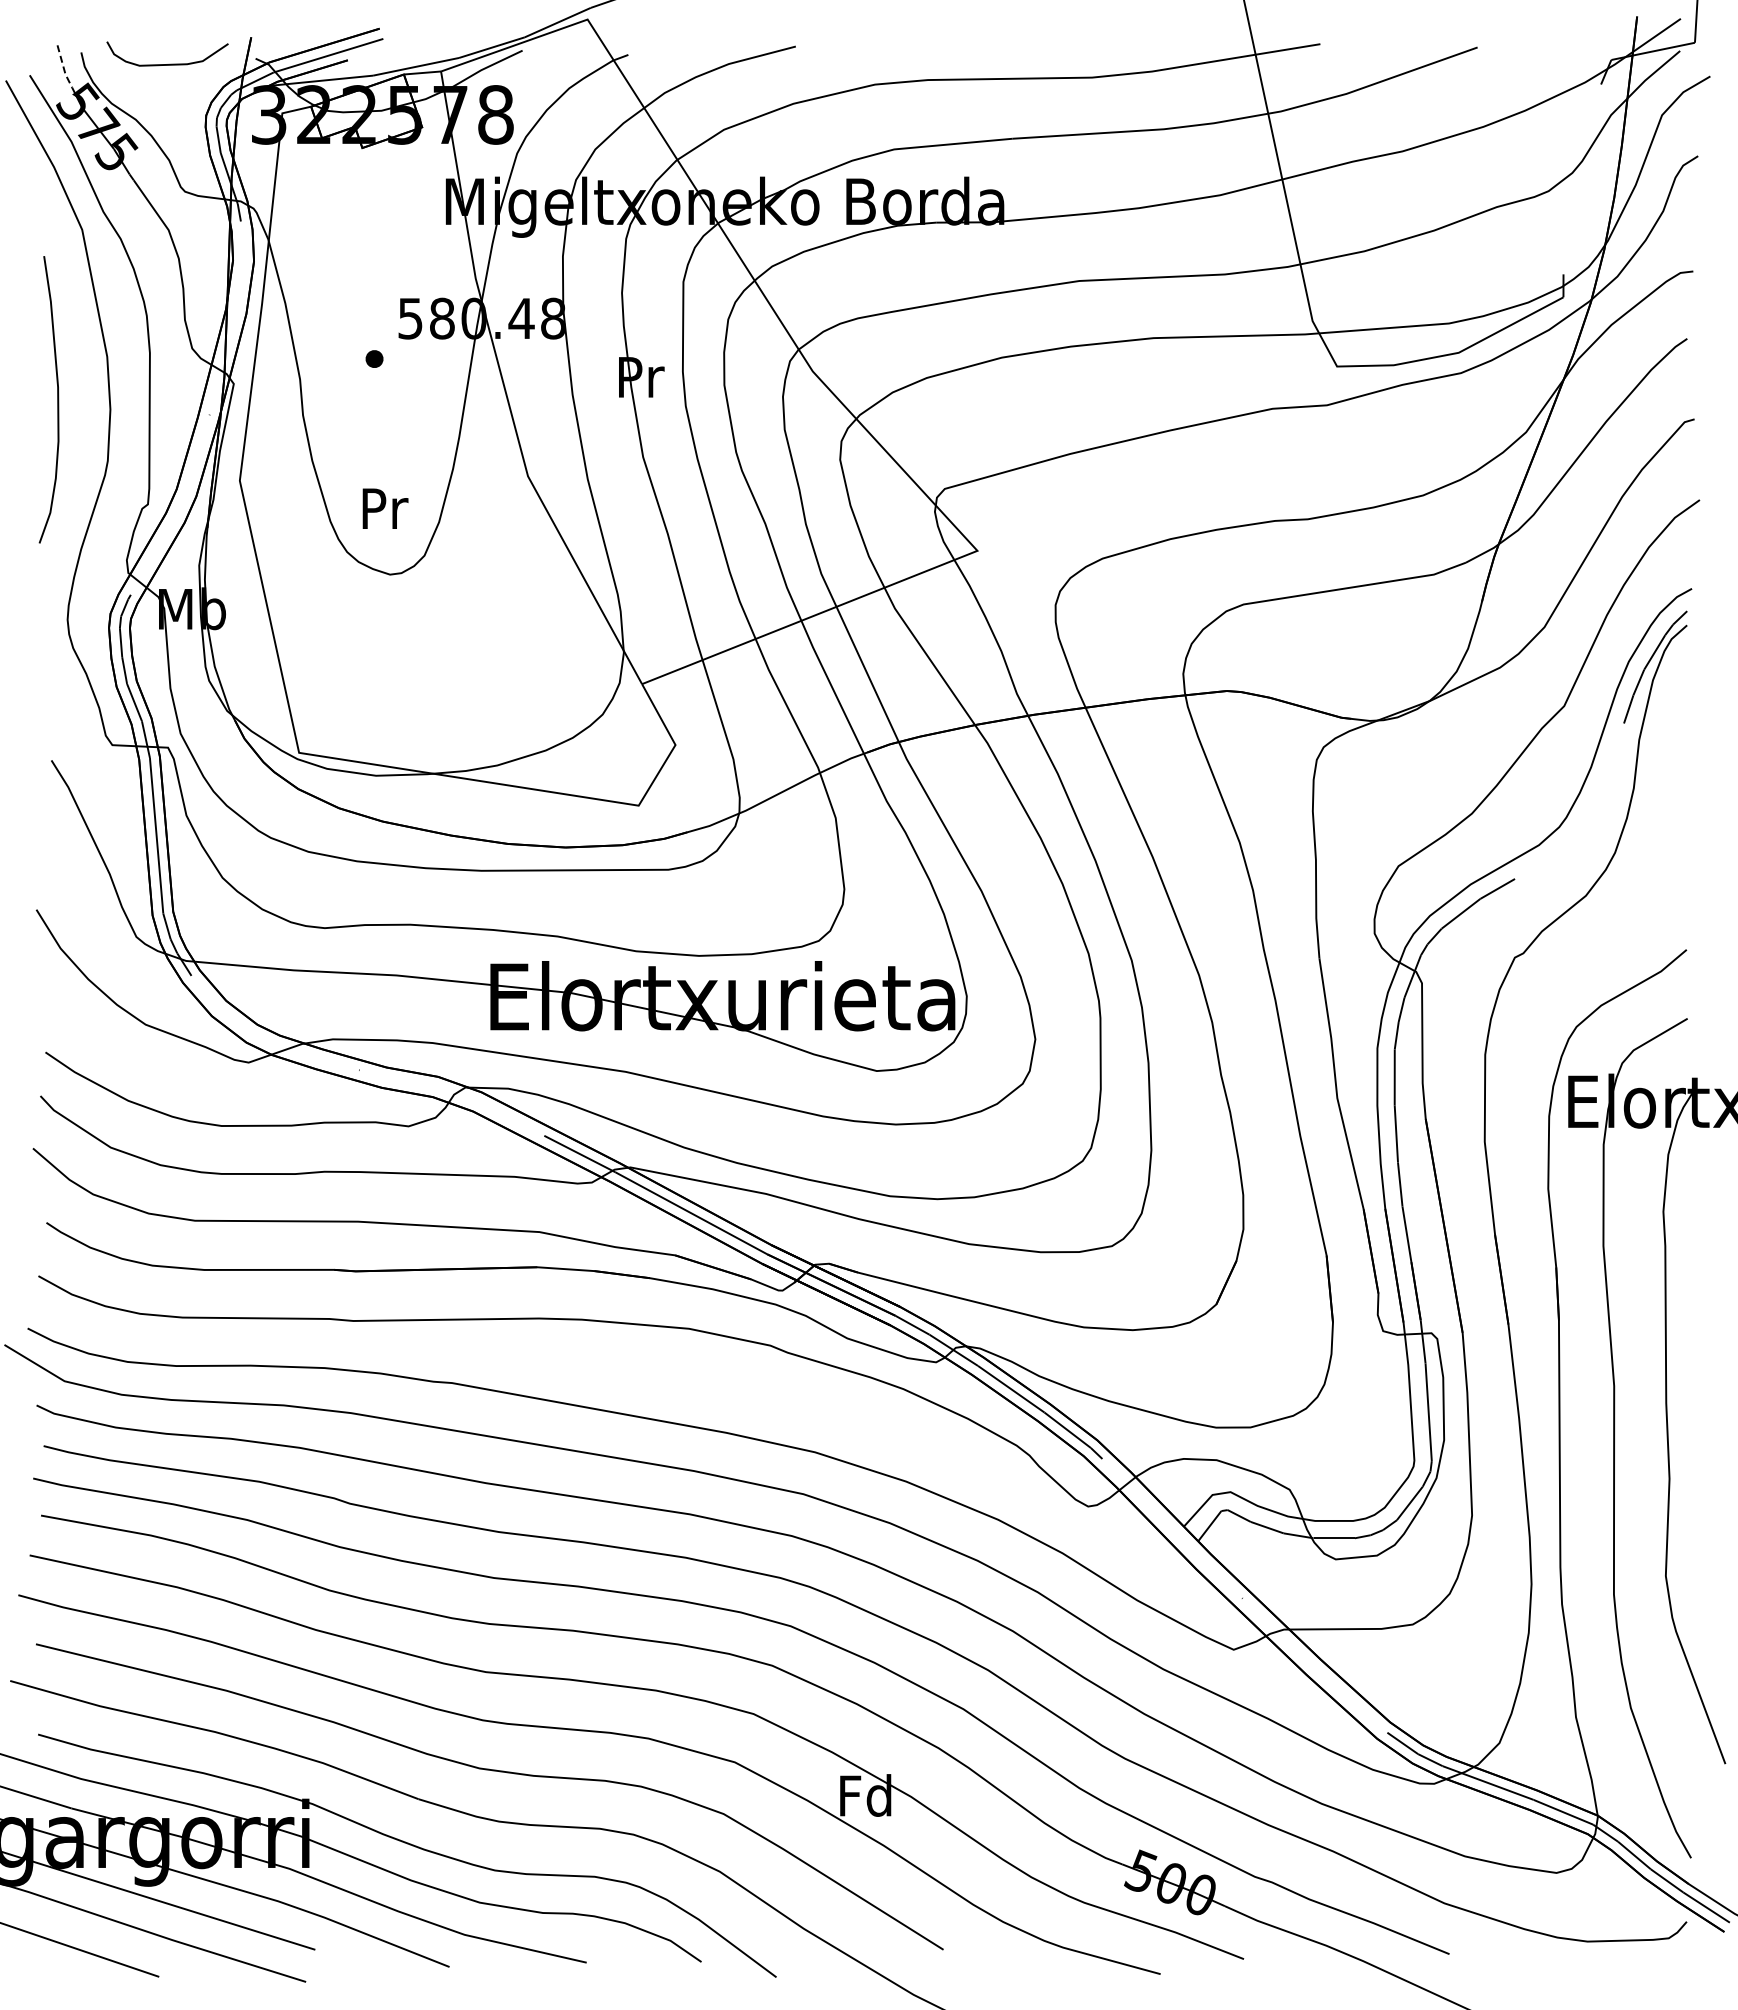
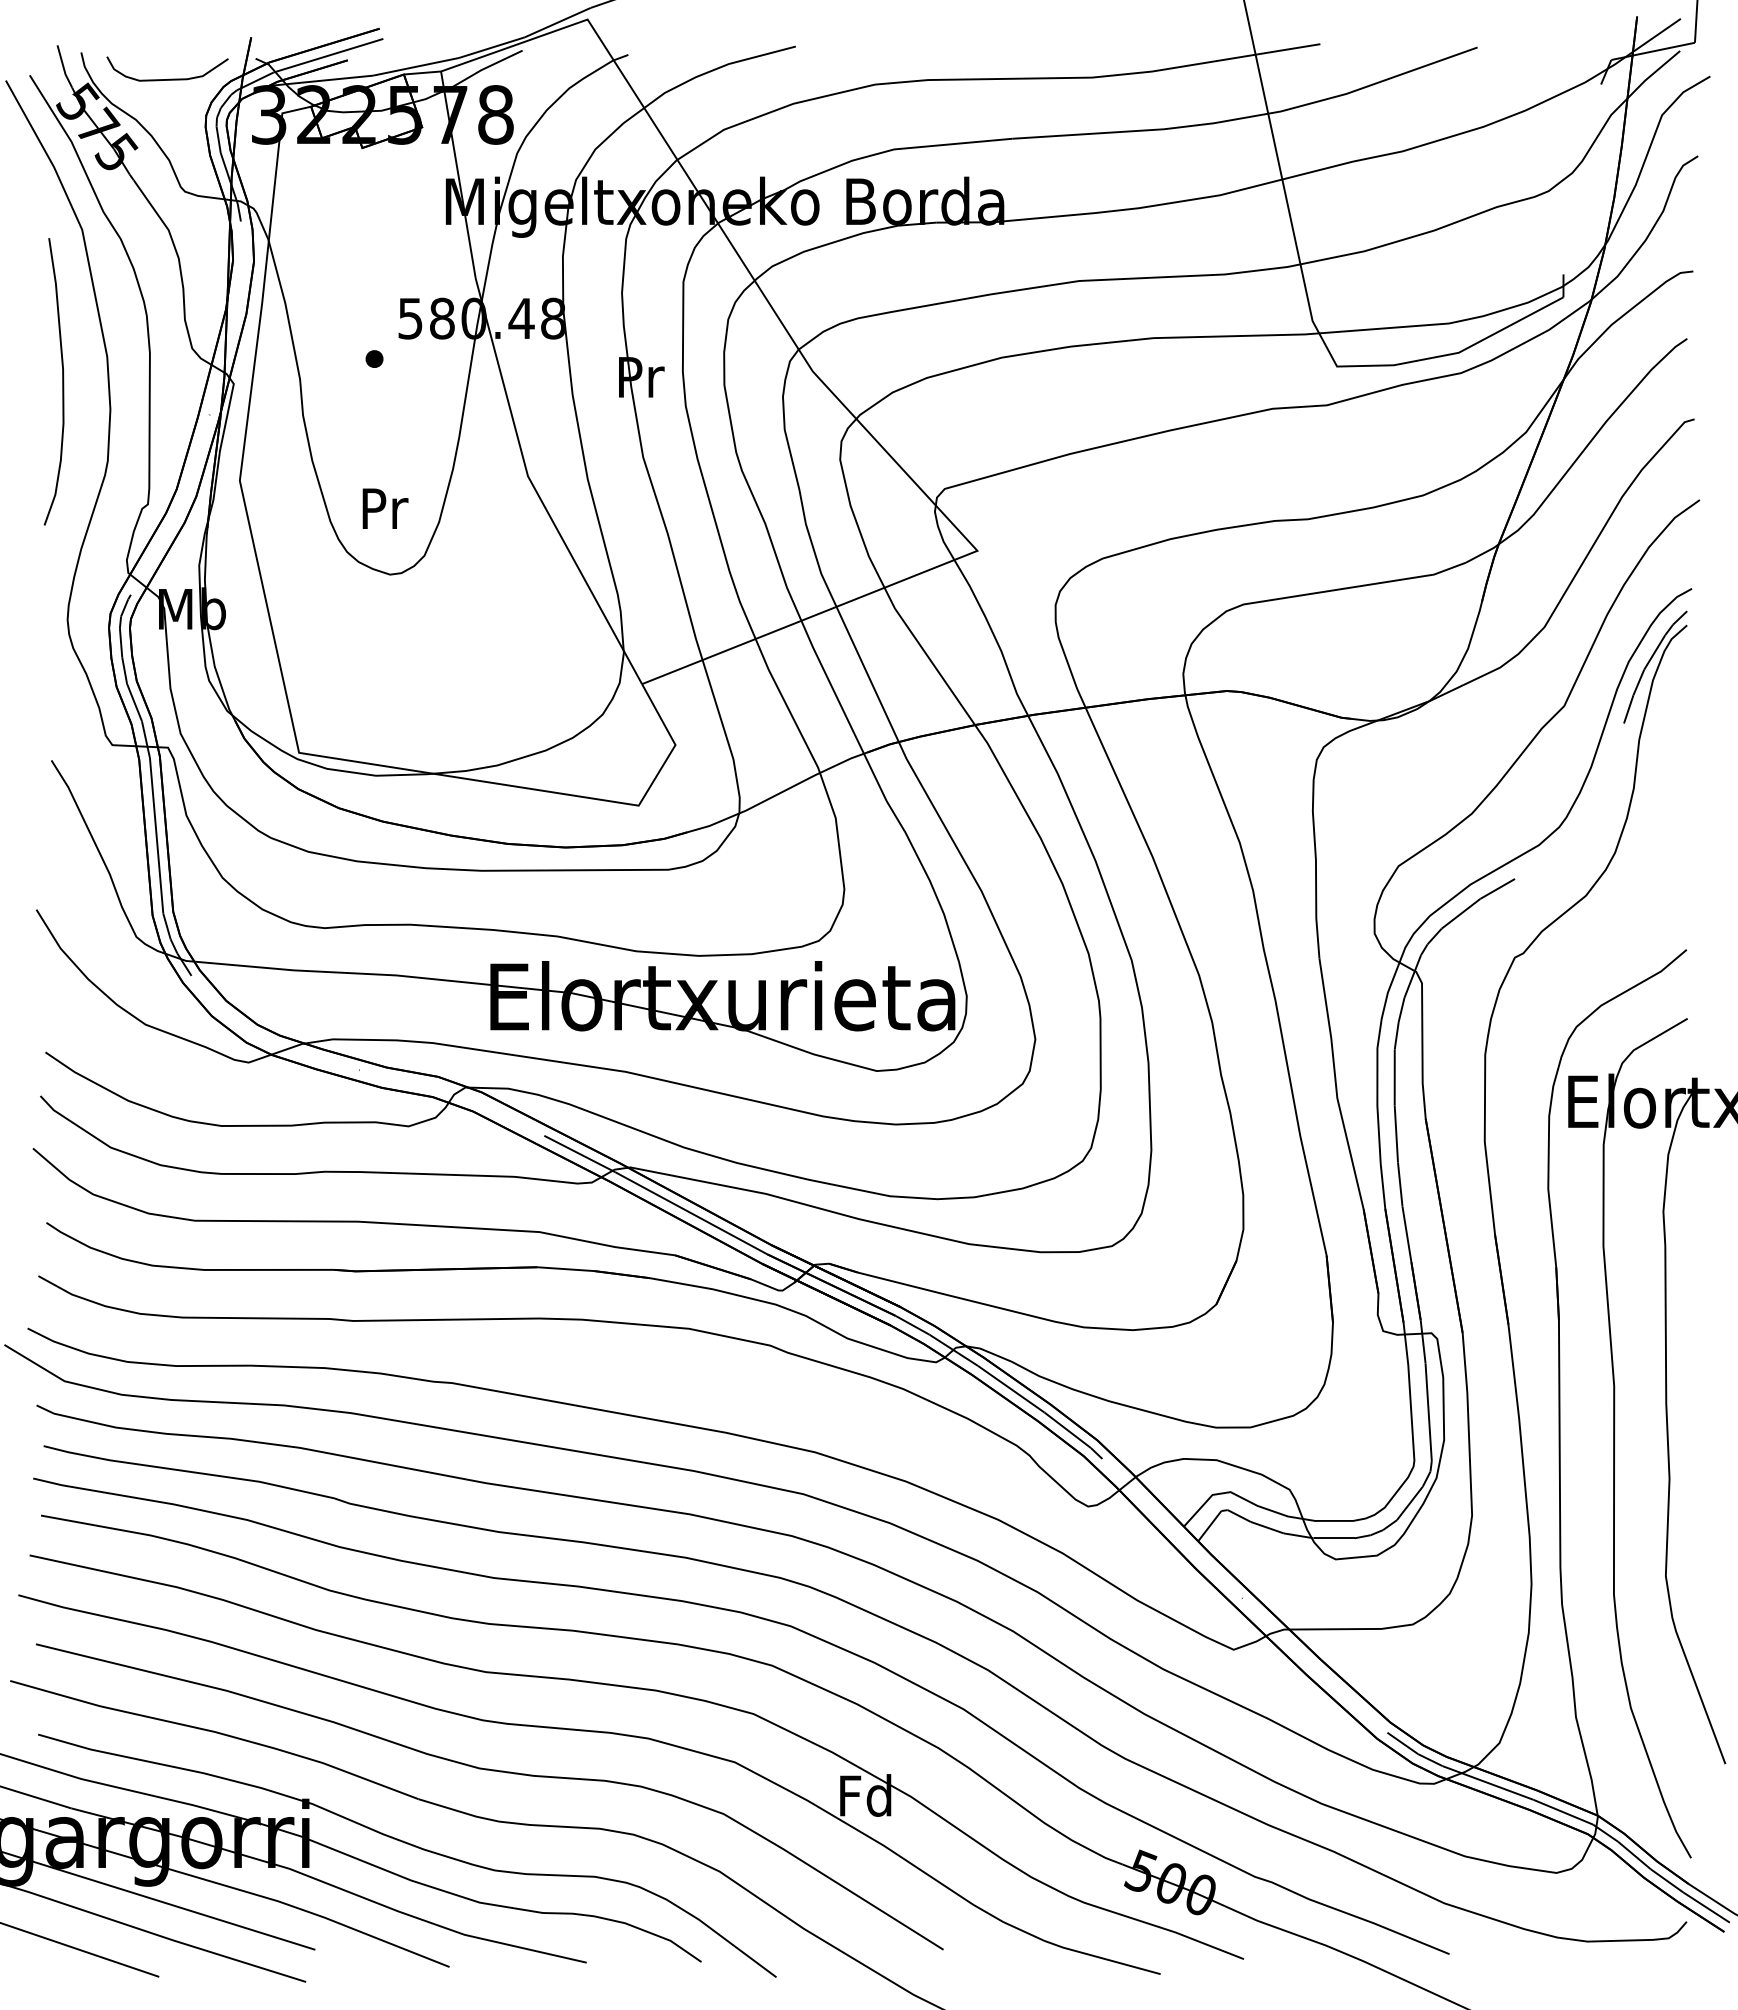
curve at (169, 63) position: (169, 63) -> (169, 78)
line at (63, 67): dashed -> solid
curve at (57, 399) position: (57, 399) -> (62, 381)
